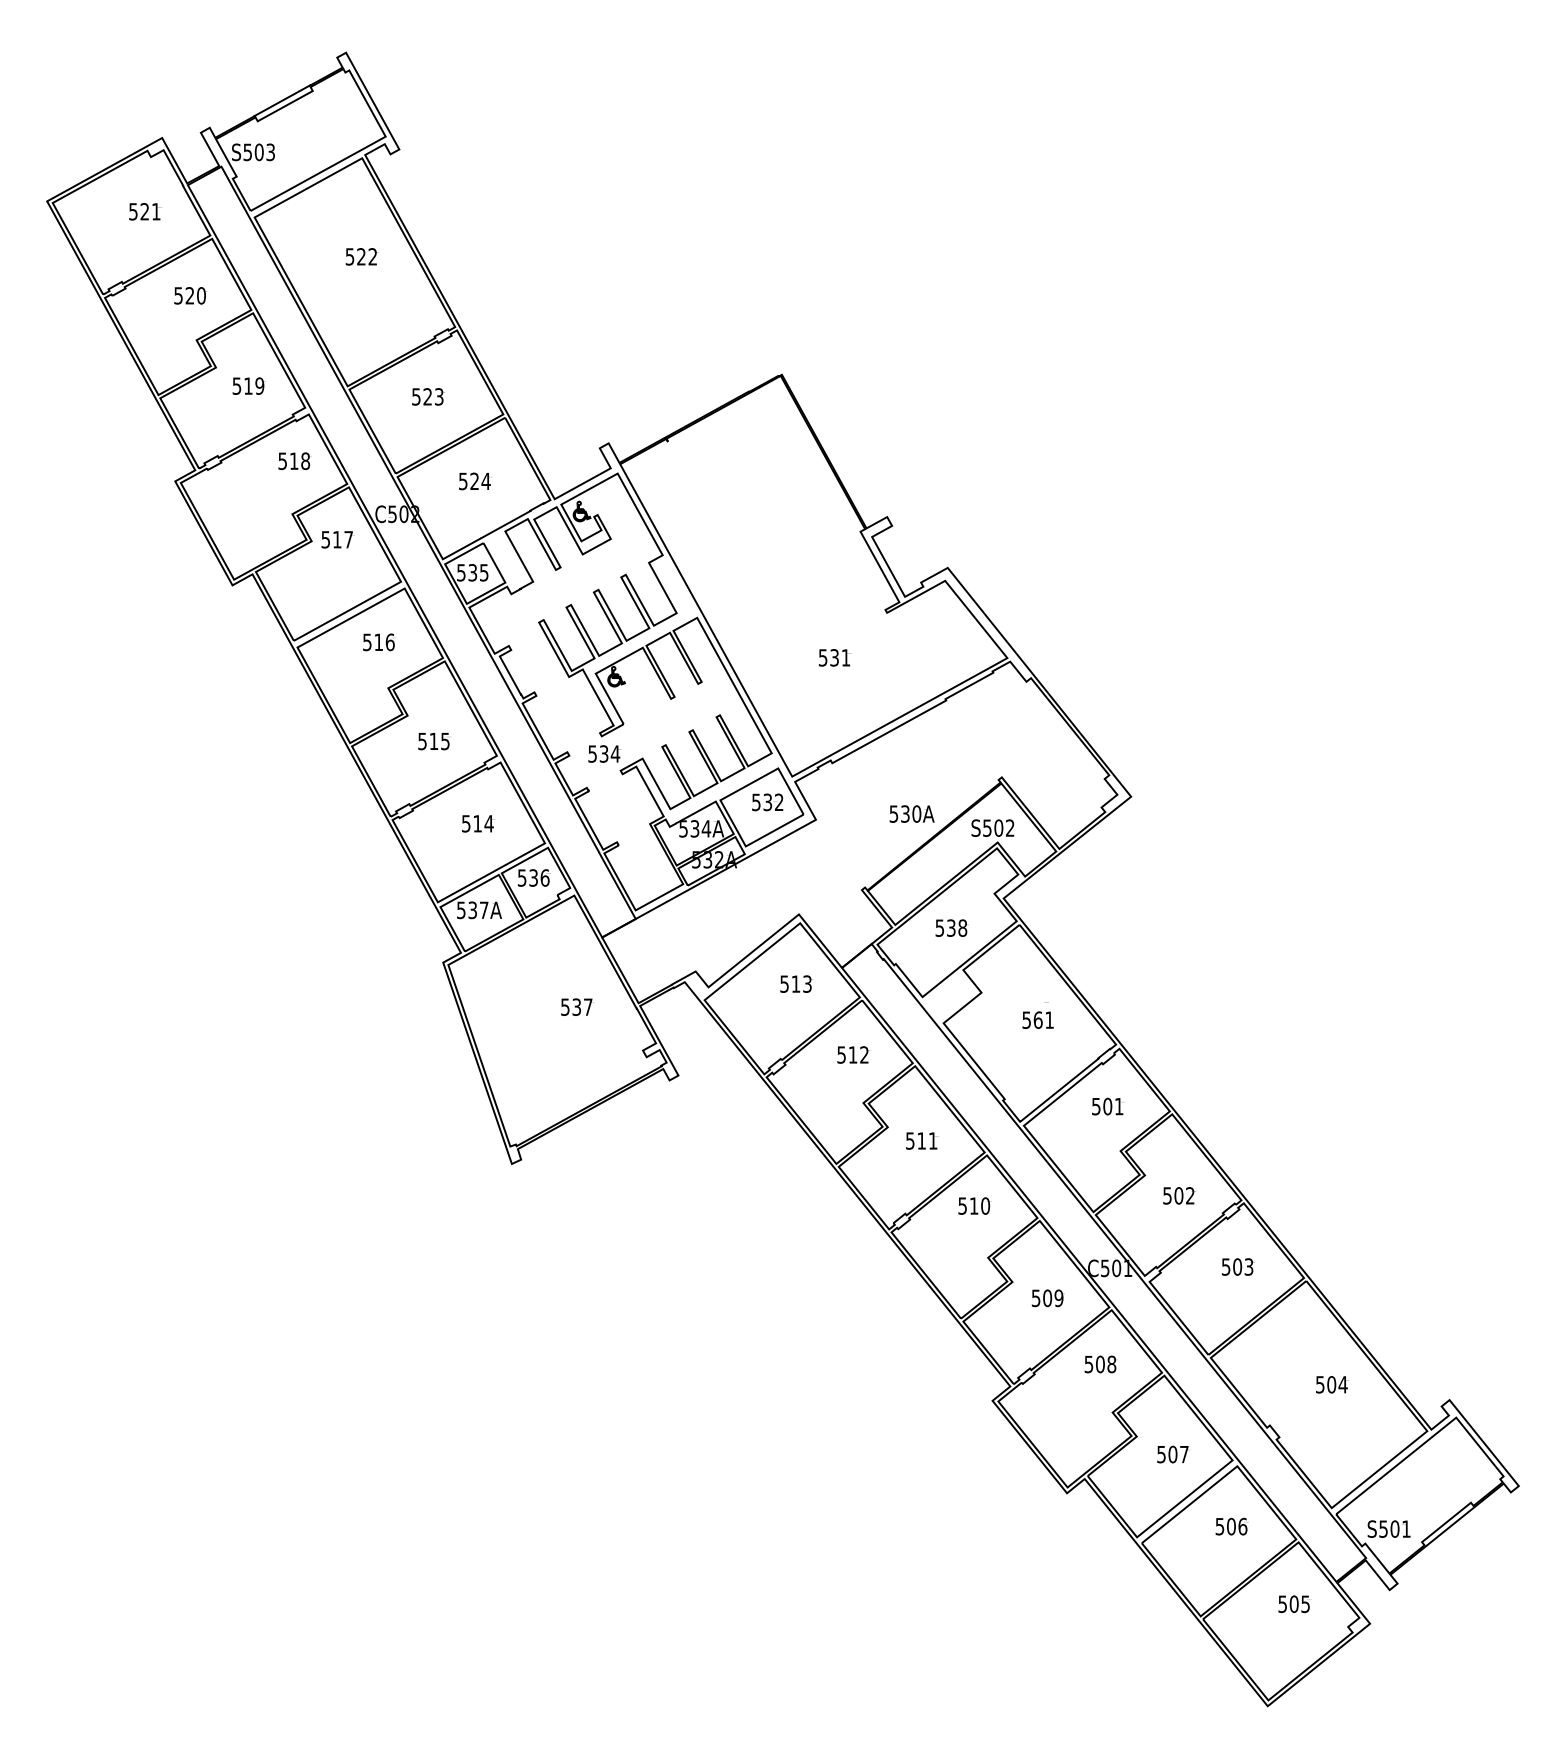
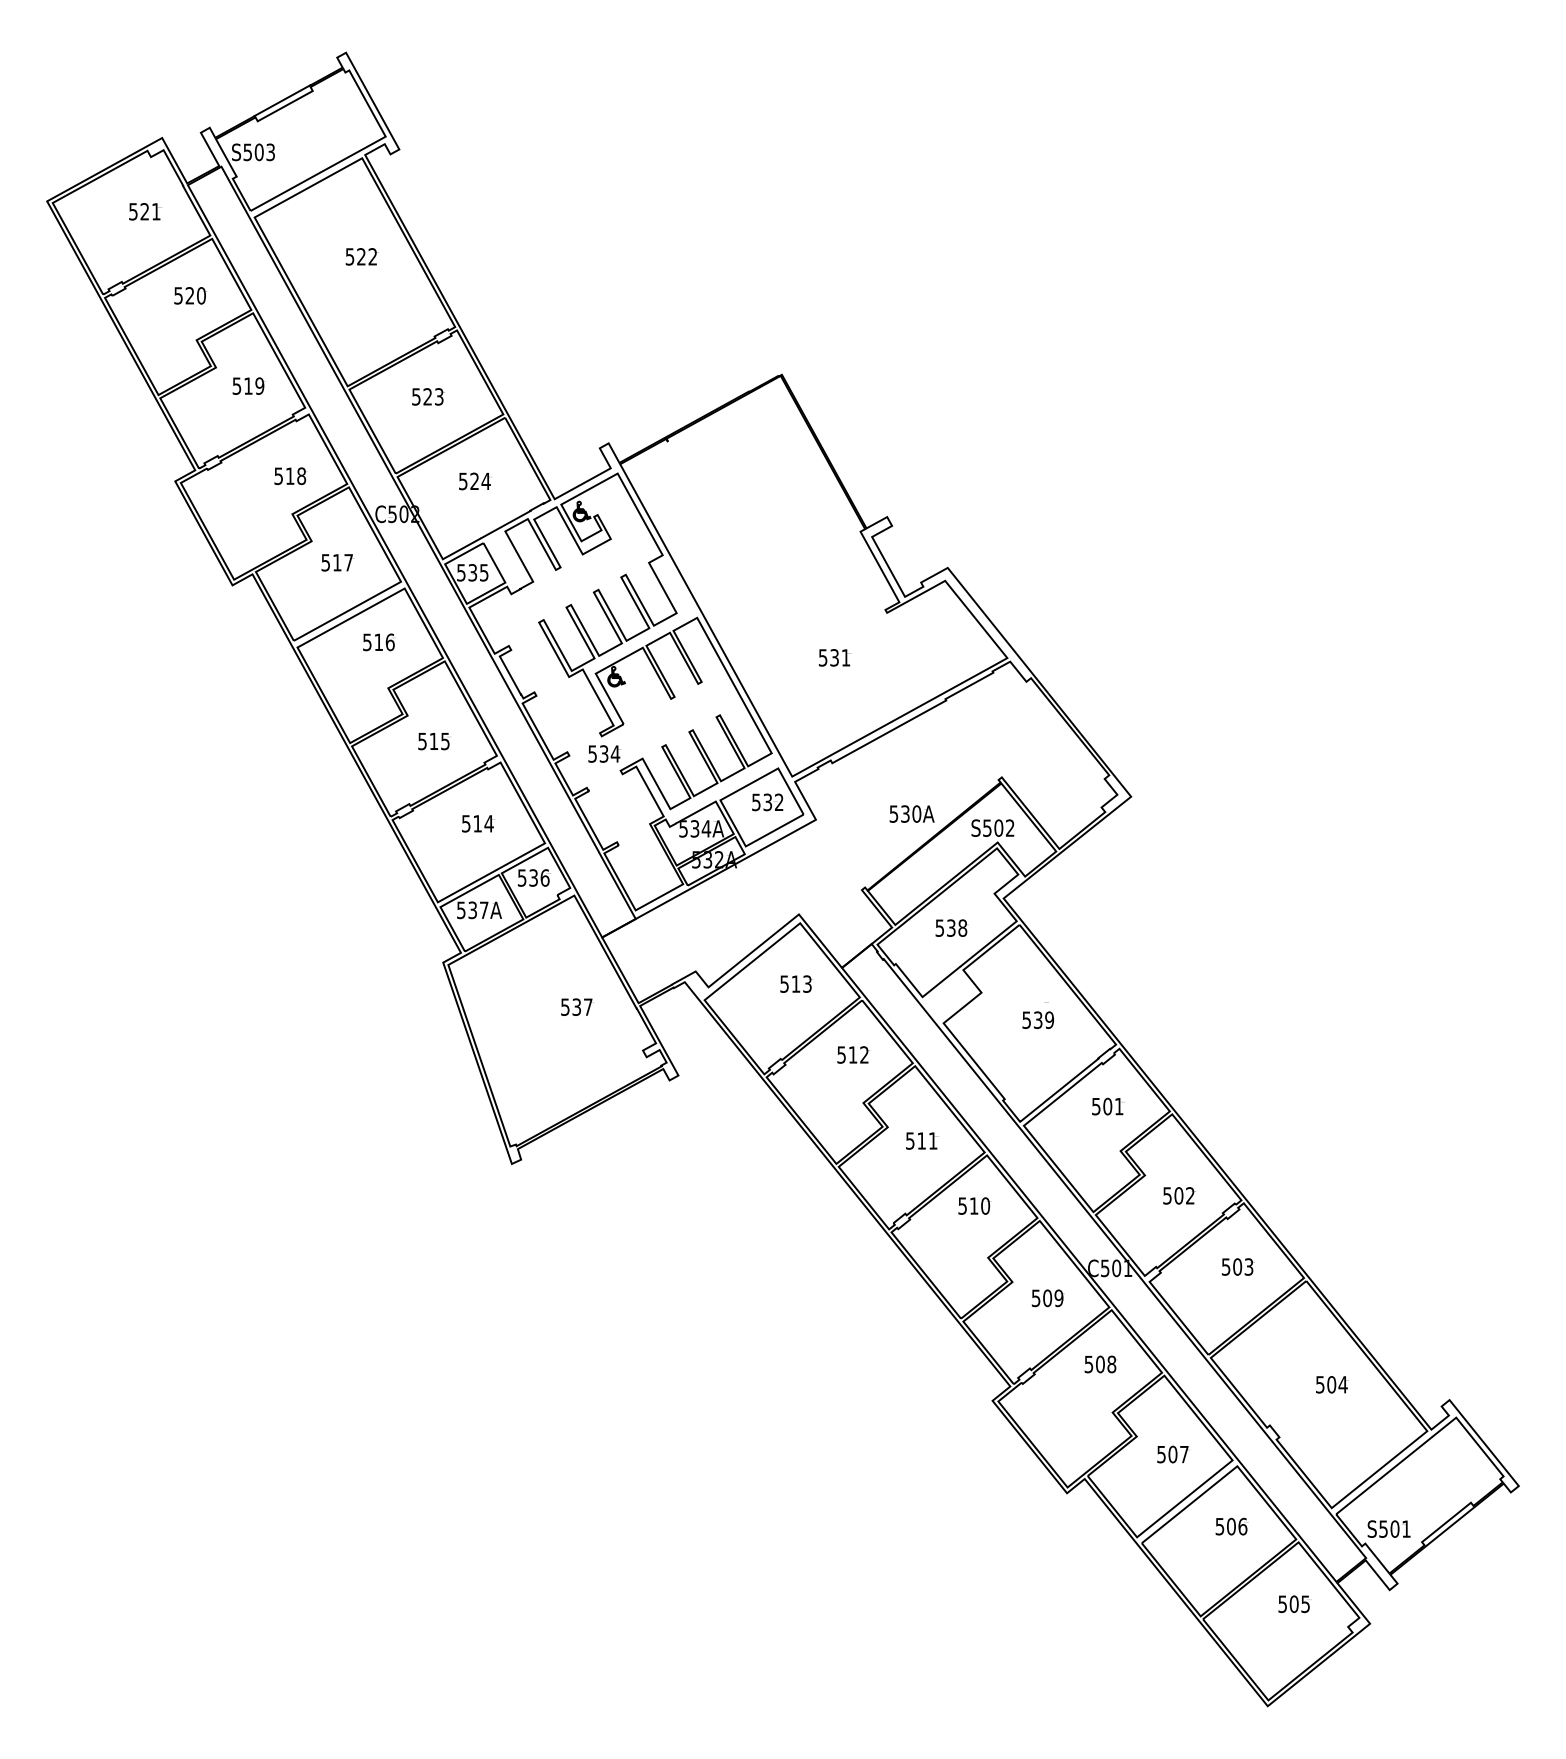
text at (294, 461) position: (294, 461) -> (290, 476)
text at (337, 539) position: (337, 539) -> (337, 562)
text at (1043, 1019): 561 -> 539
